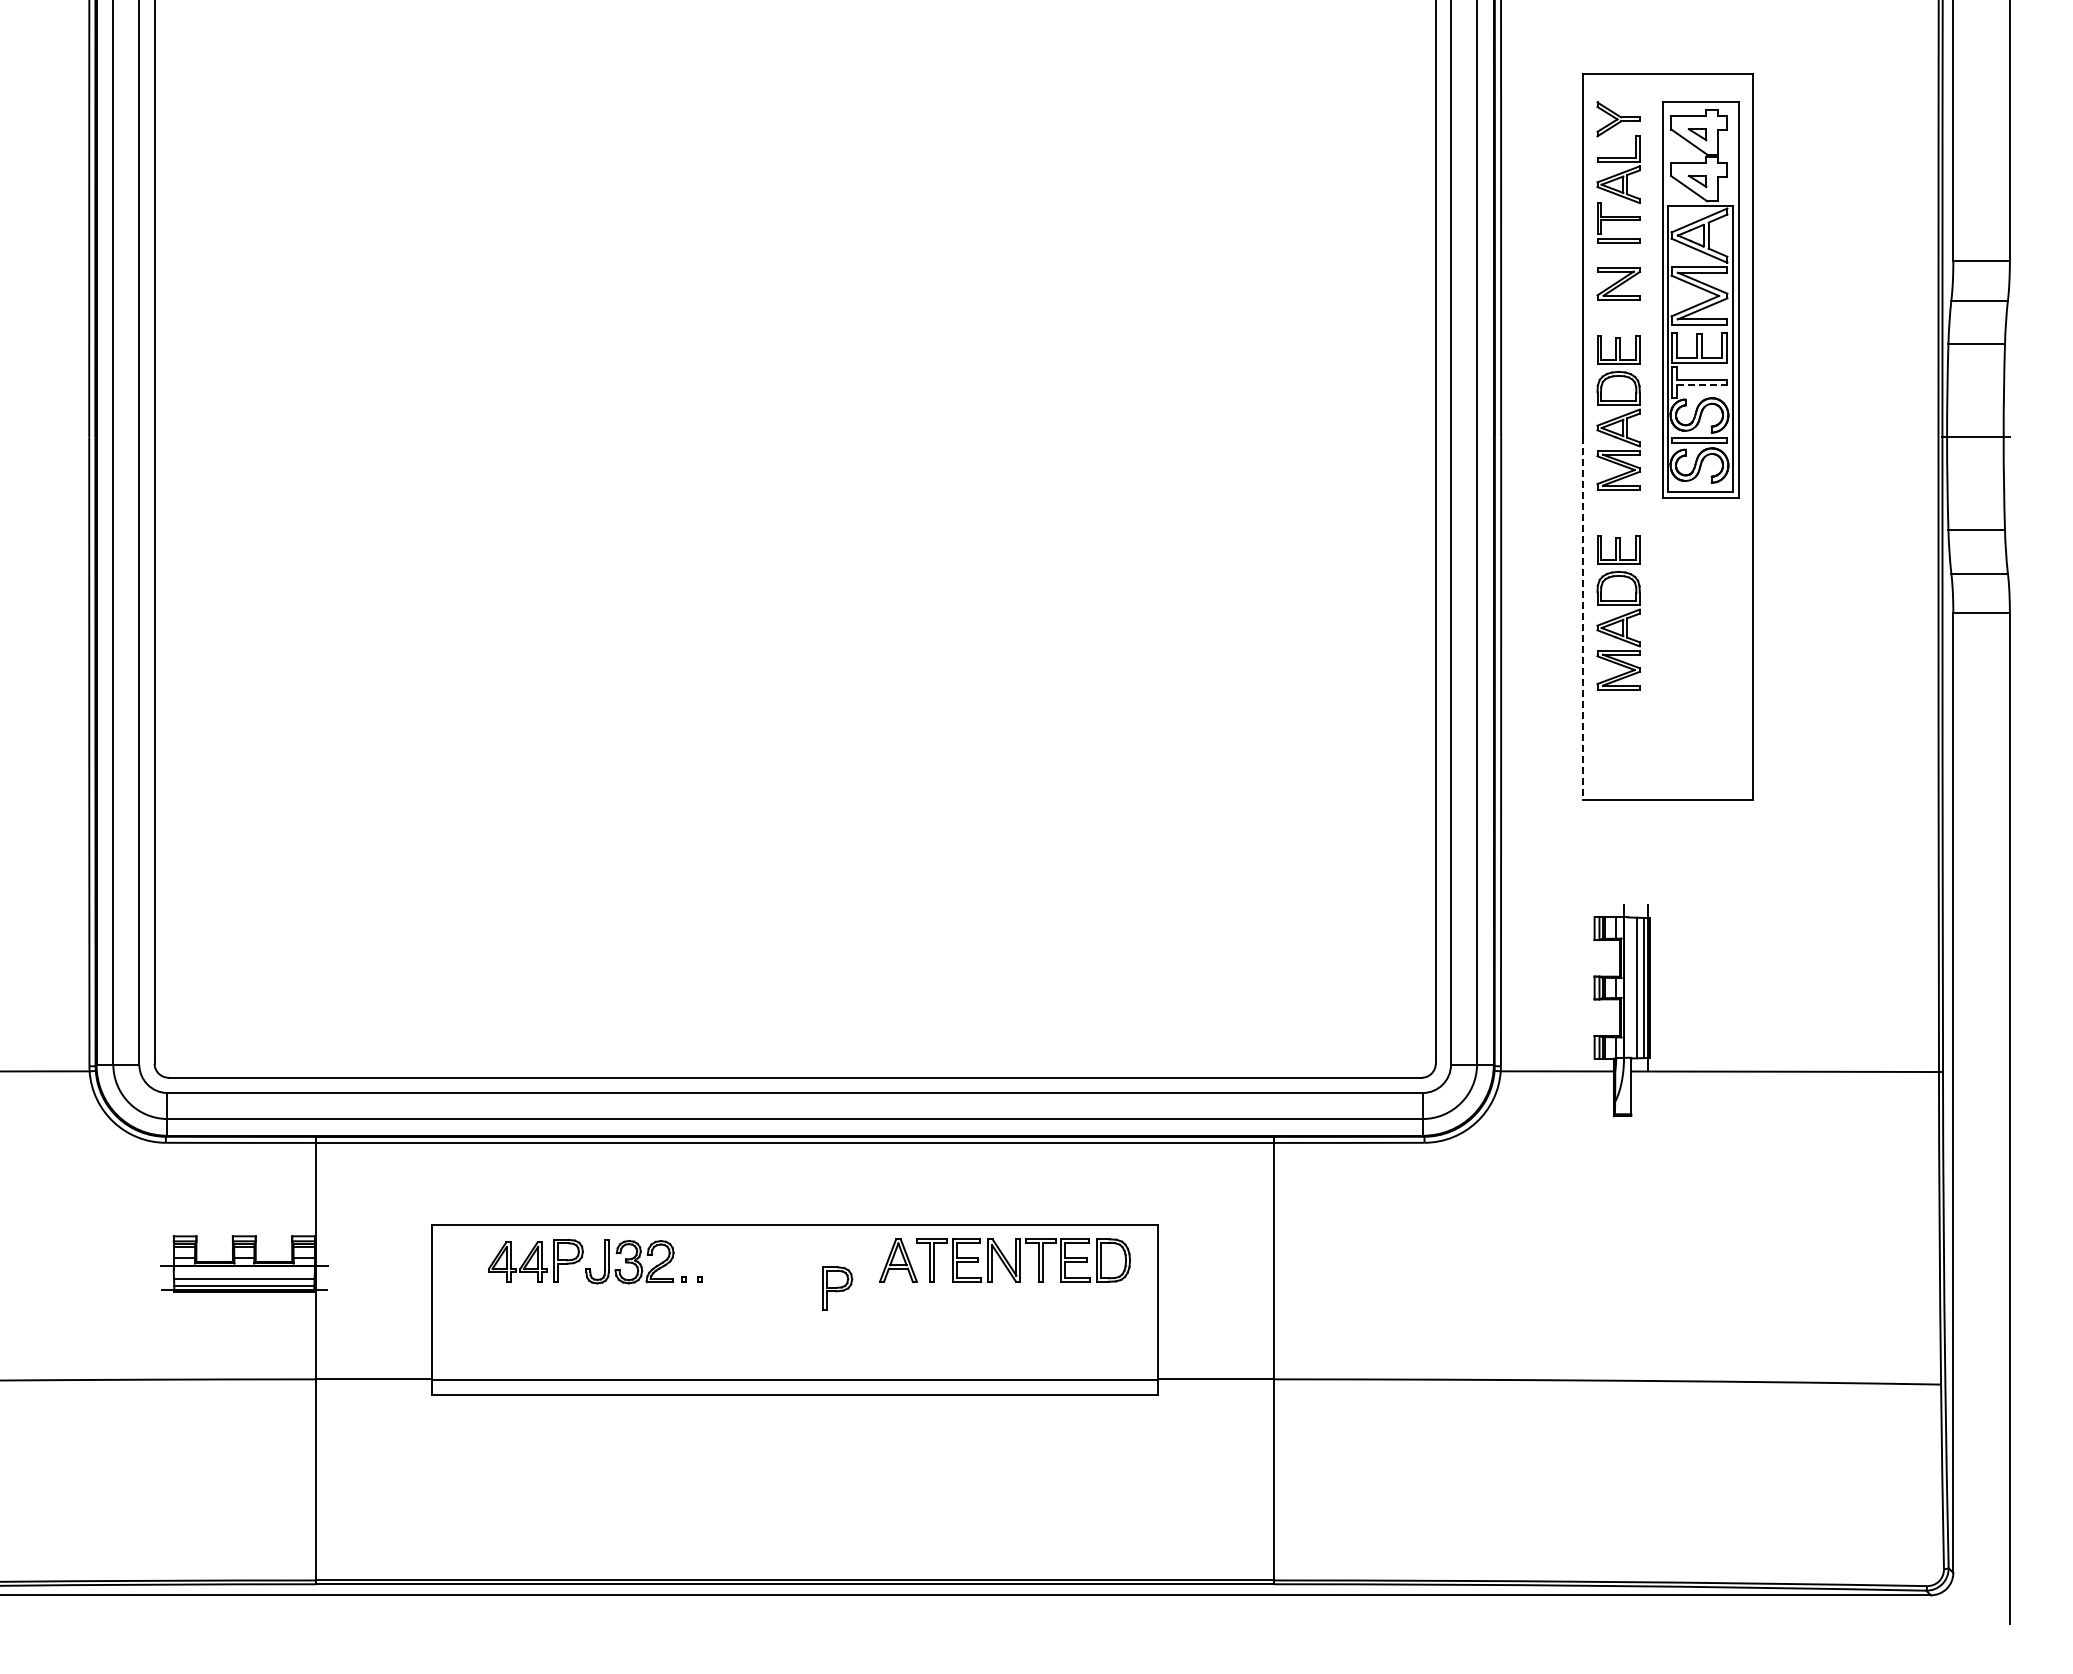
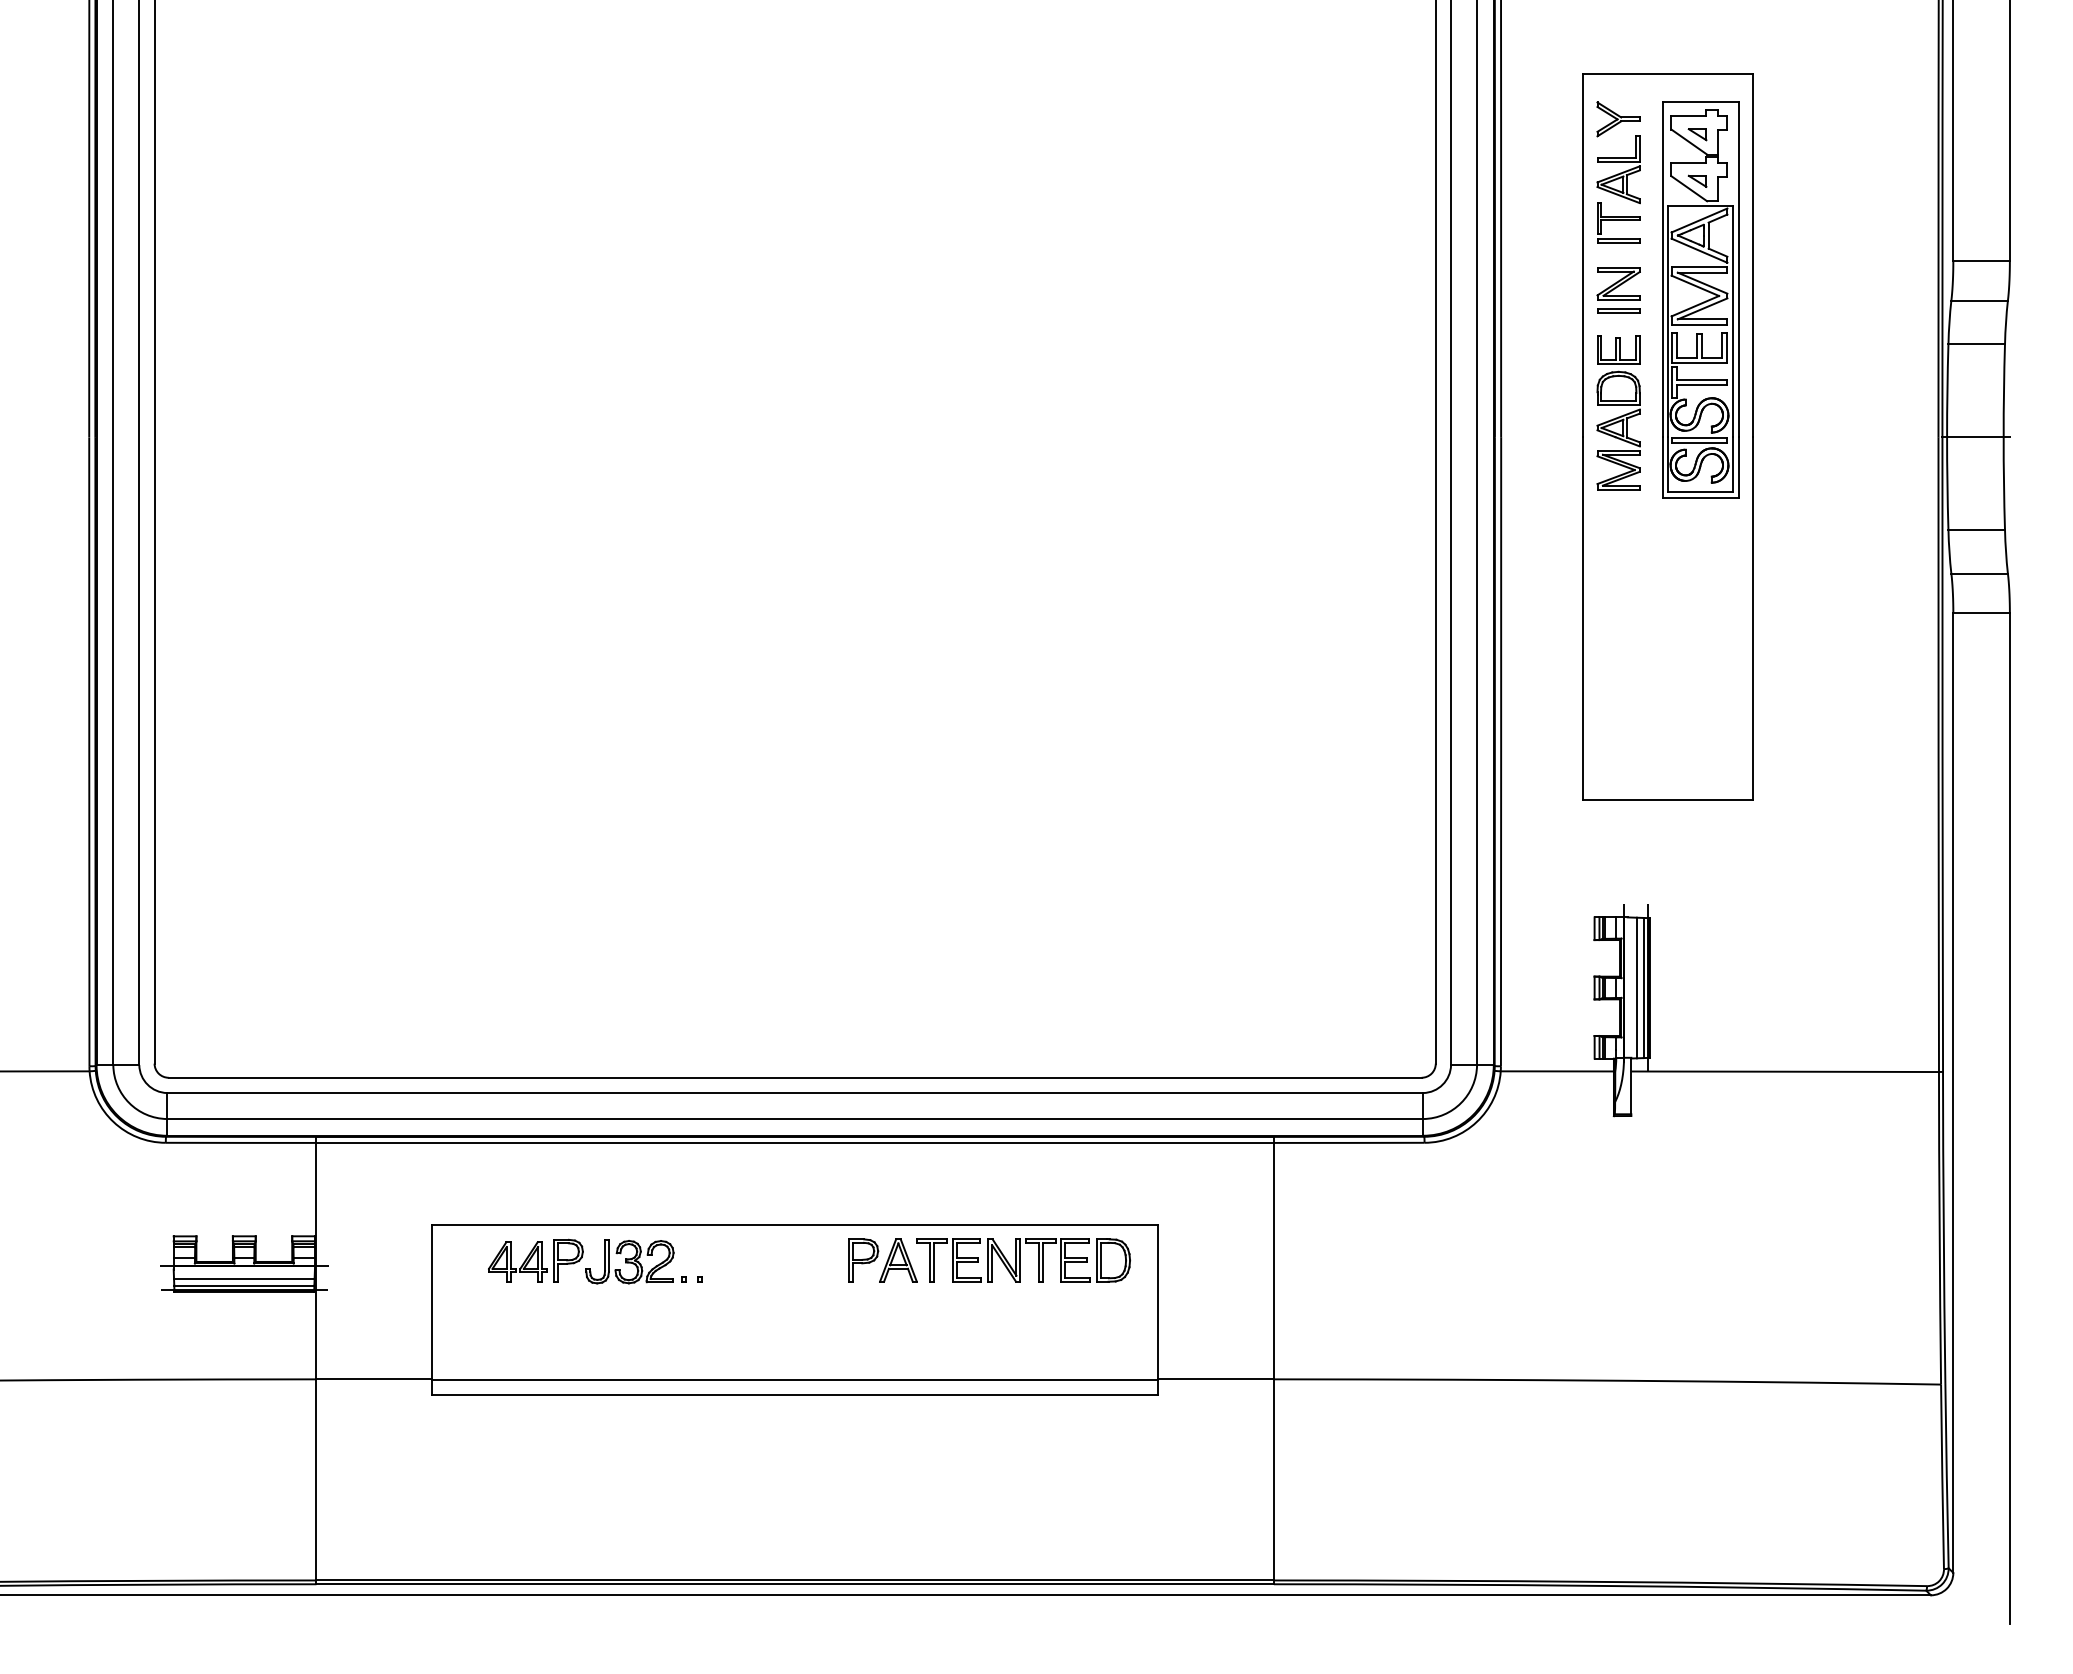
part at (1618, 310): none -> present
line at (1702, 385): dashed -> solid
part at (1618, 612): present -> none
line at (1583, 619): dashed -> solid
part at (837, 1288) position: (837, 1288) -> (863, 1260)
